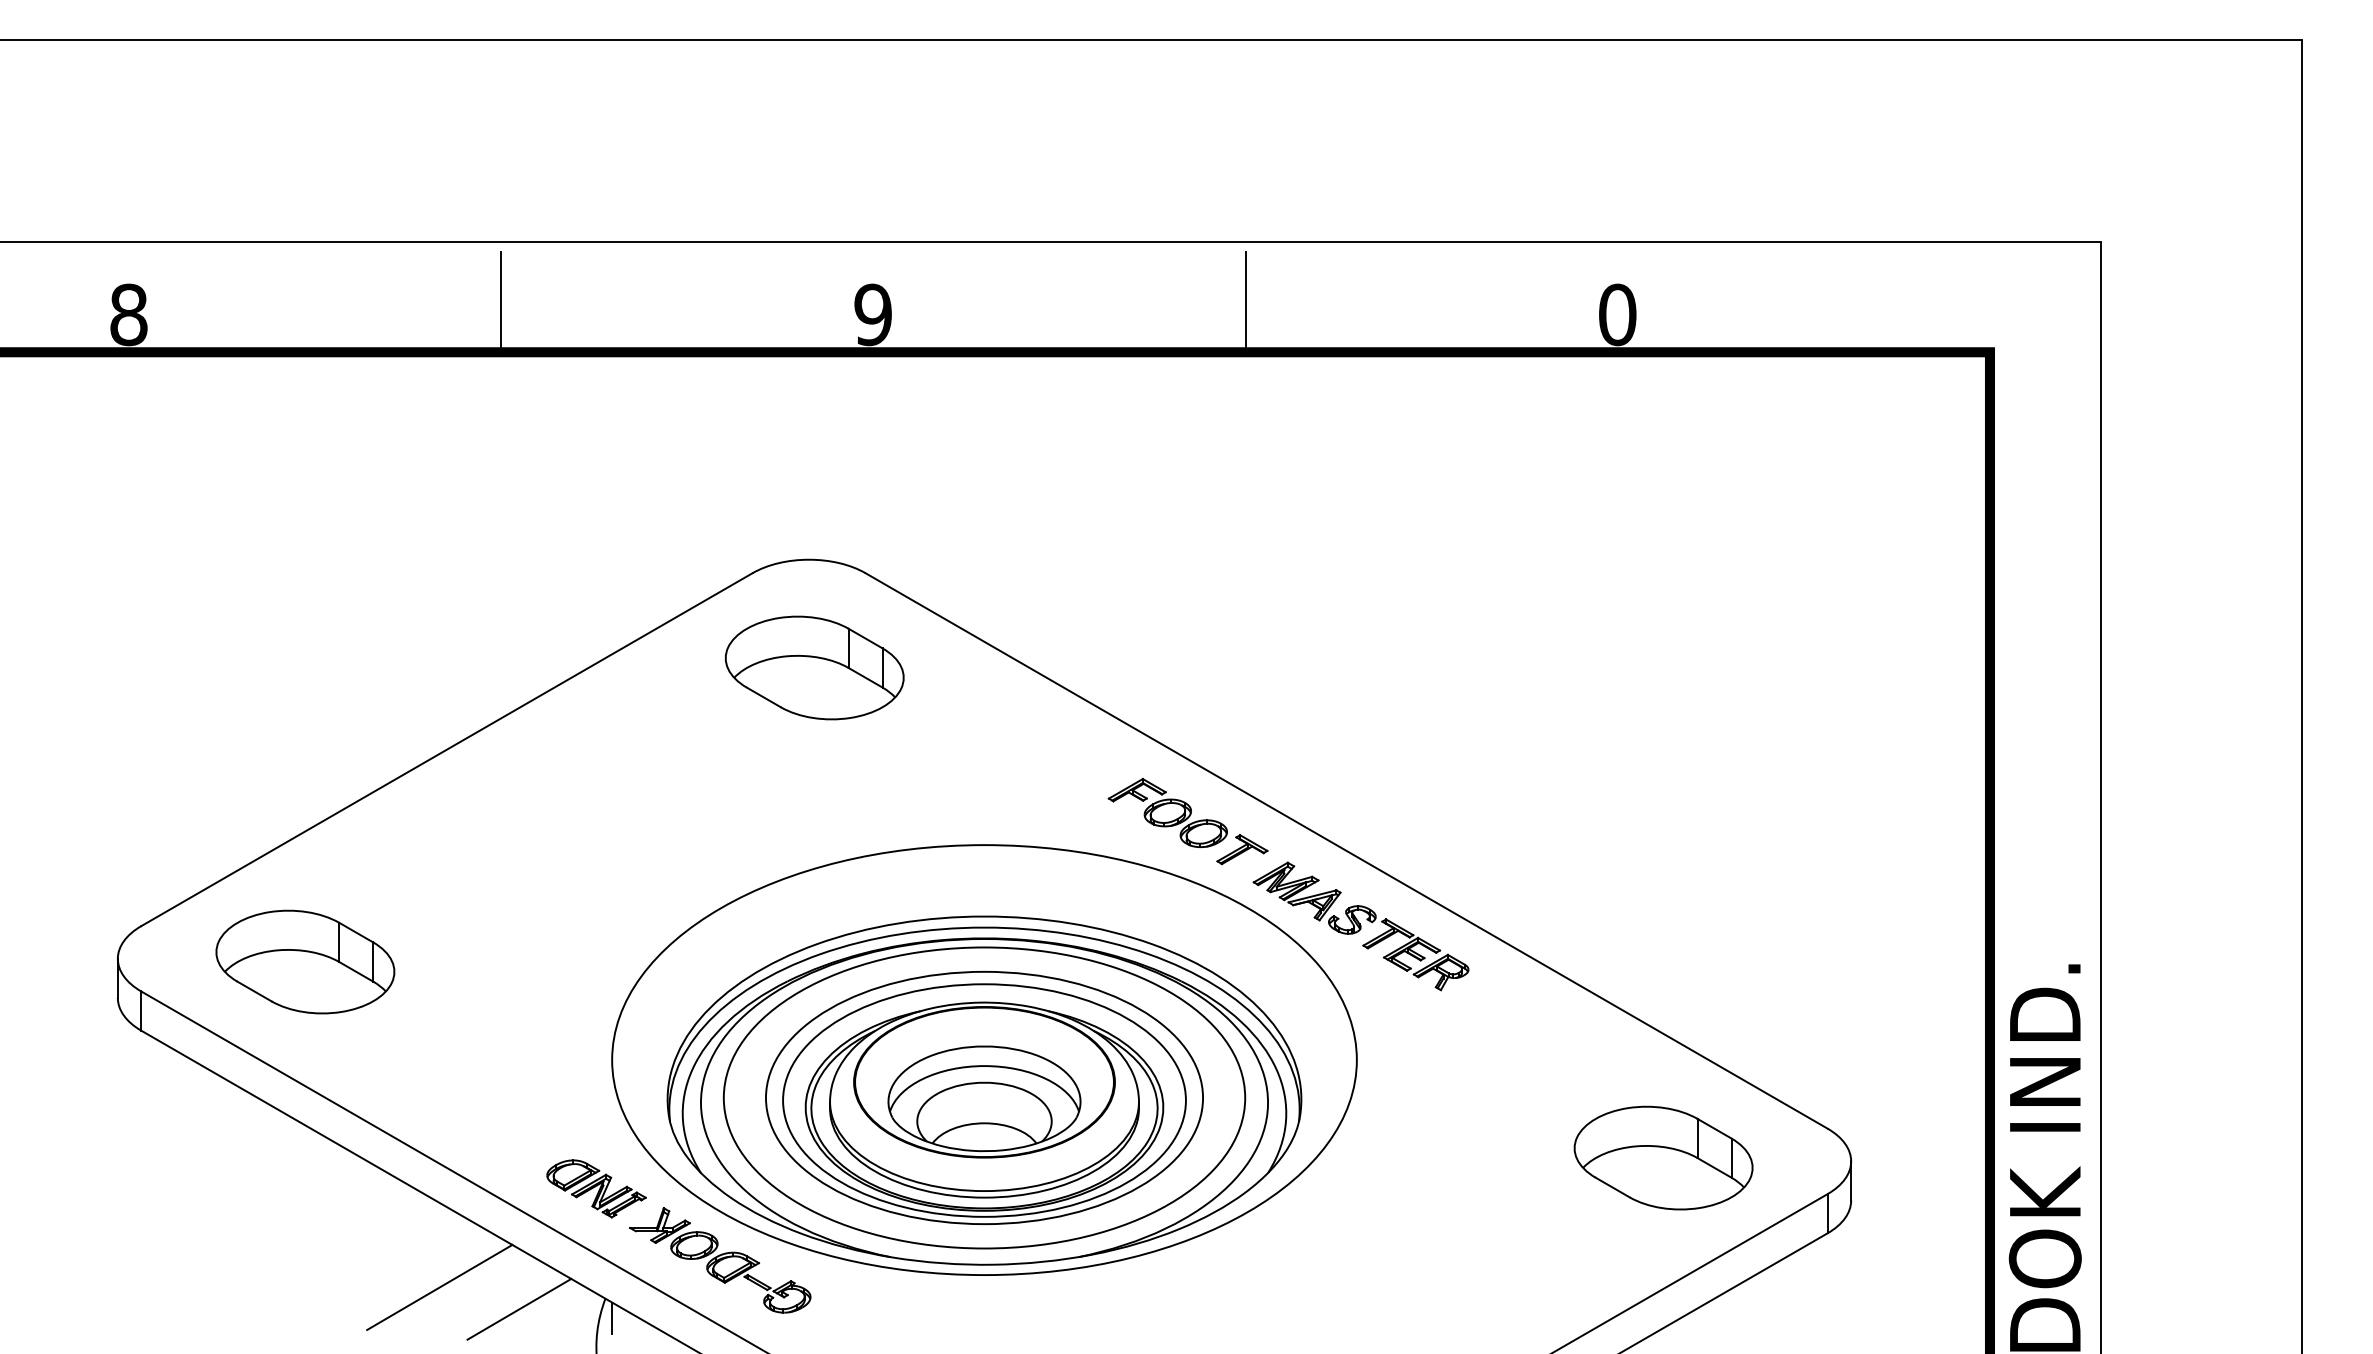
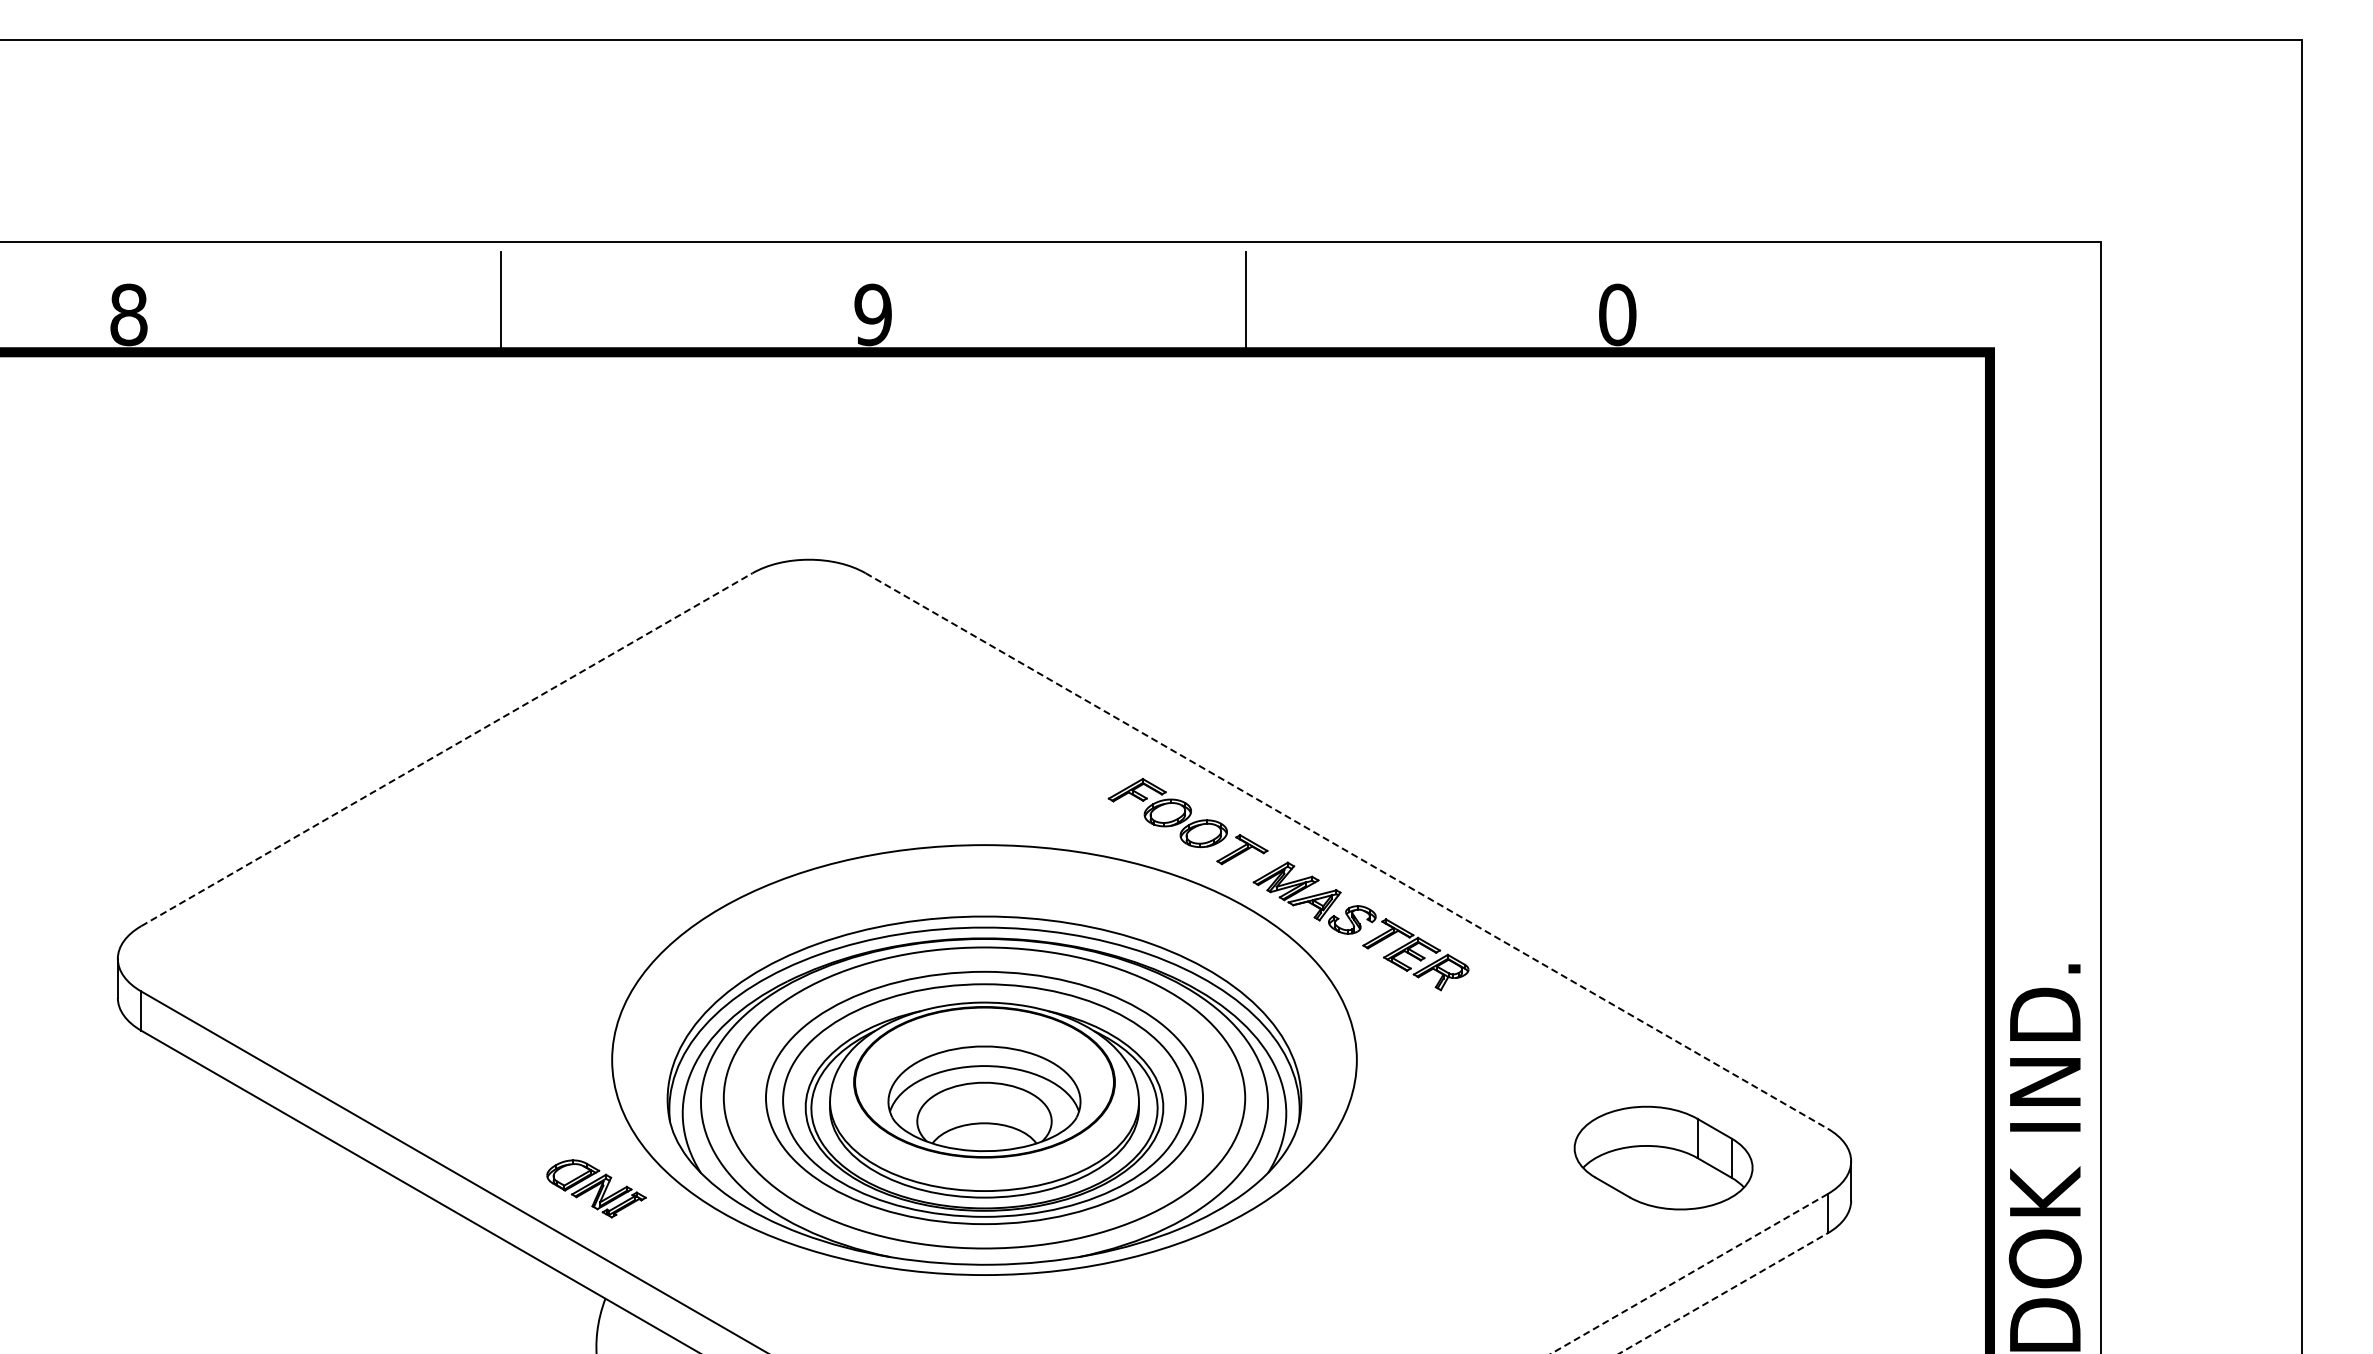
part at (814, 667): present -> none
line at (446, 749): solid -> dashed
line at (1347, 851): solid -> dashed
part at (305, 961): present -> none
part at (720, 1260): present -> none
line at (1689, 1274): solid -> dashed
line at (439, 1286): present -> none
line at (1723, 1293): solid -> dashed
line at (519, 1308): present -> none
line at (612, 1318): present -> none
